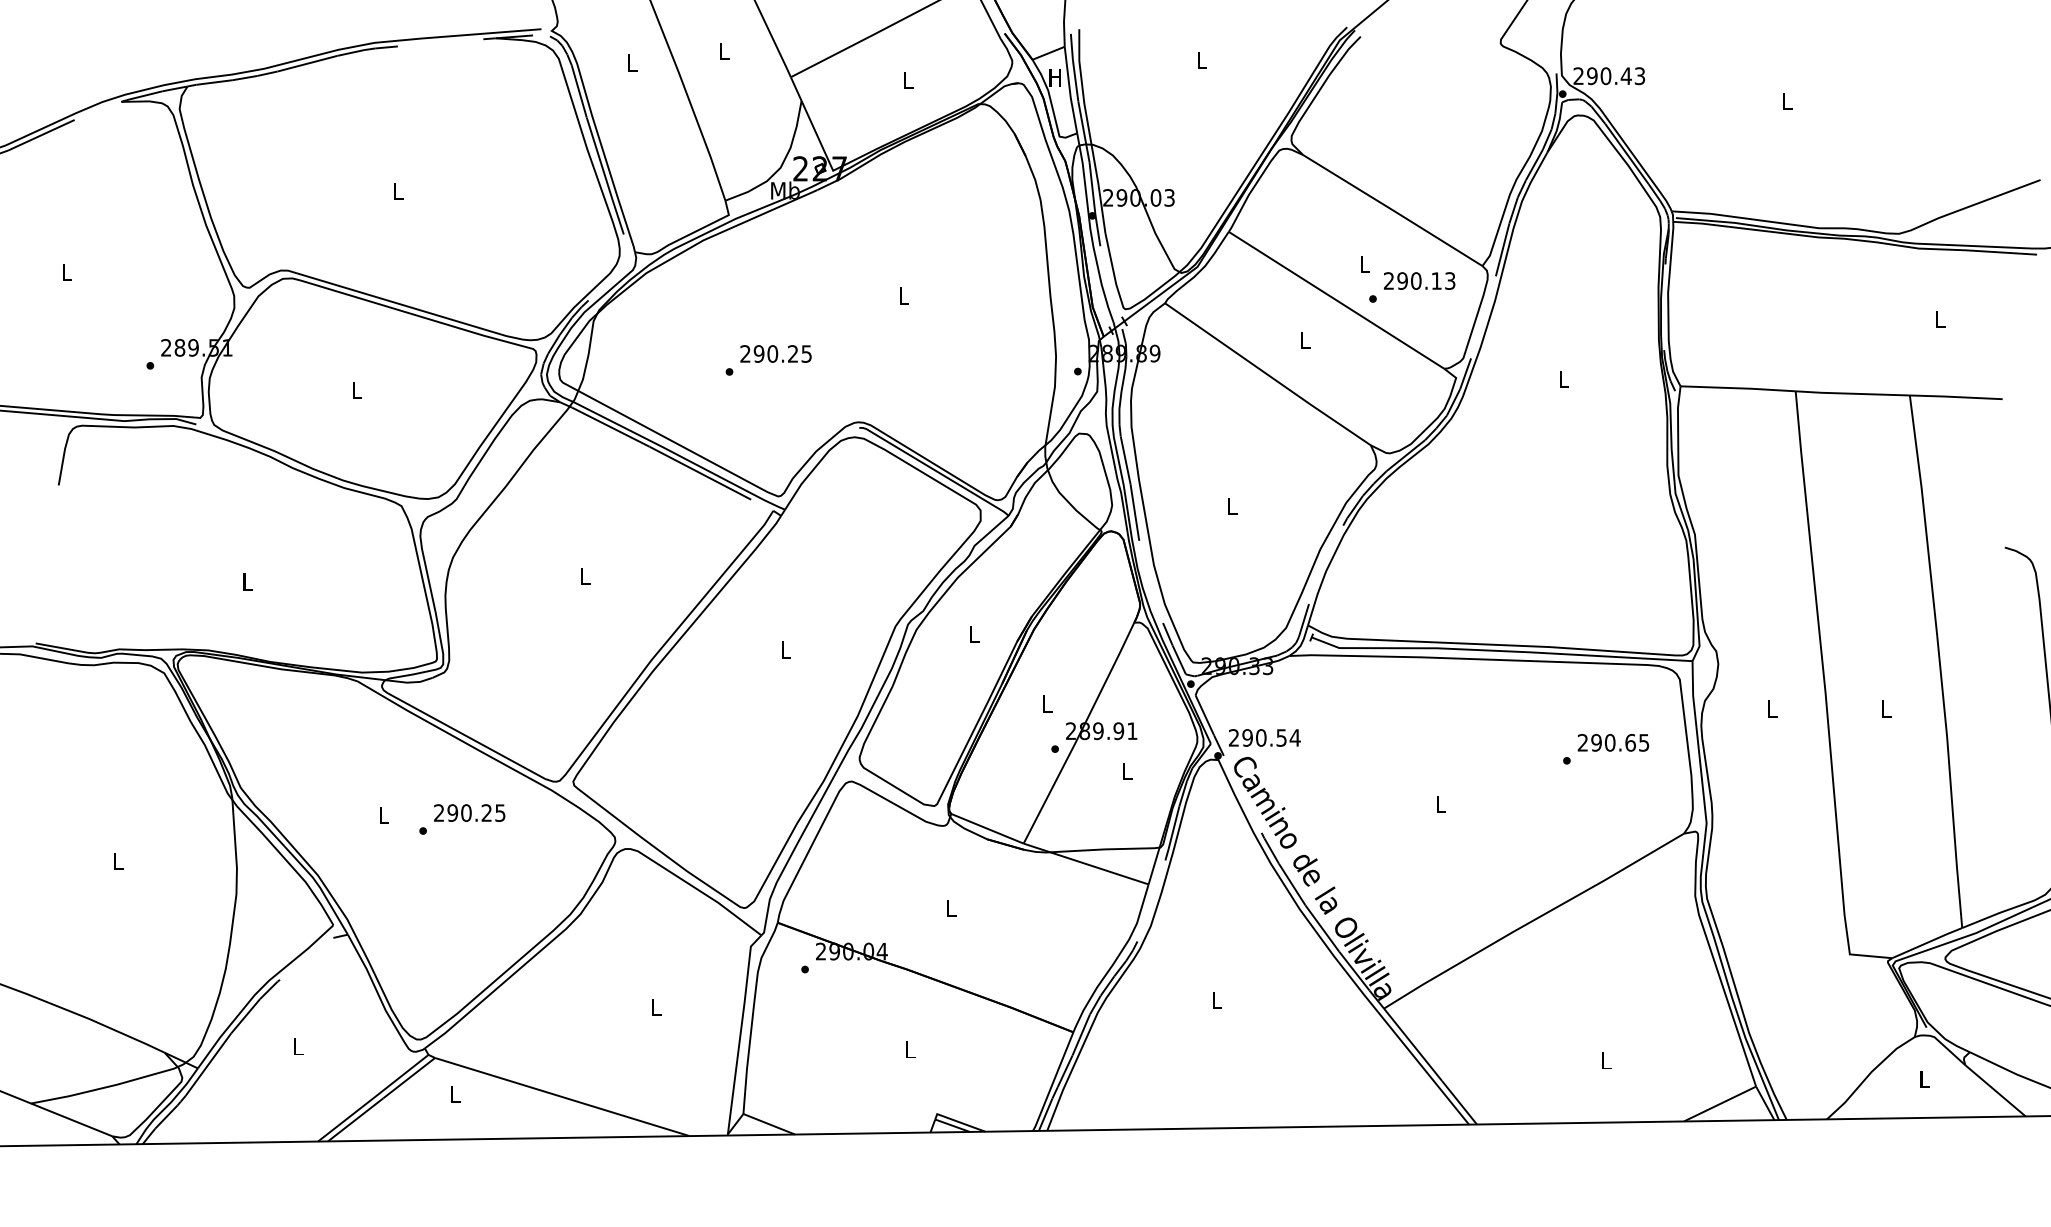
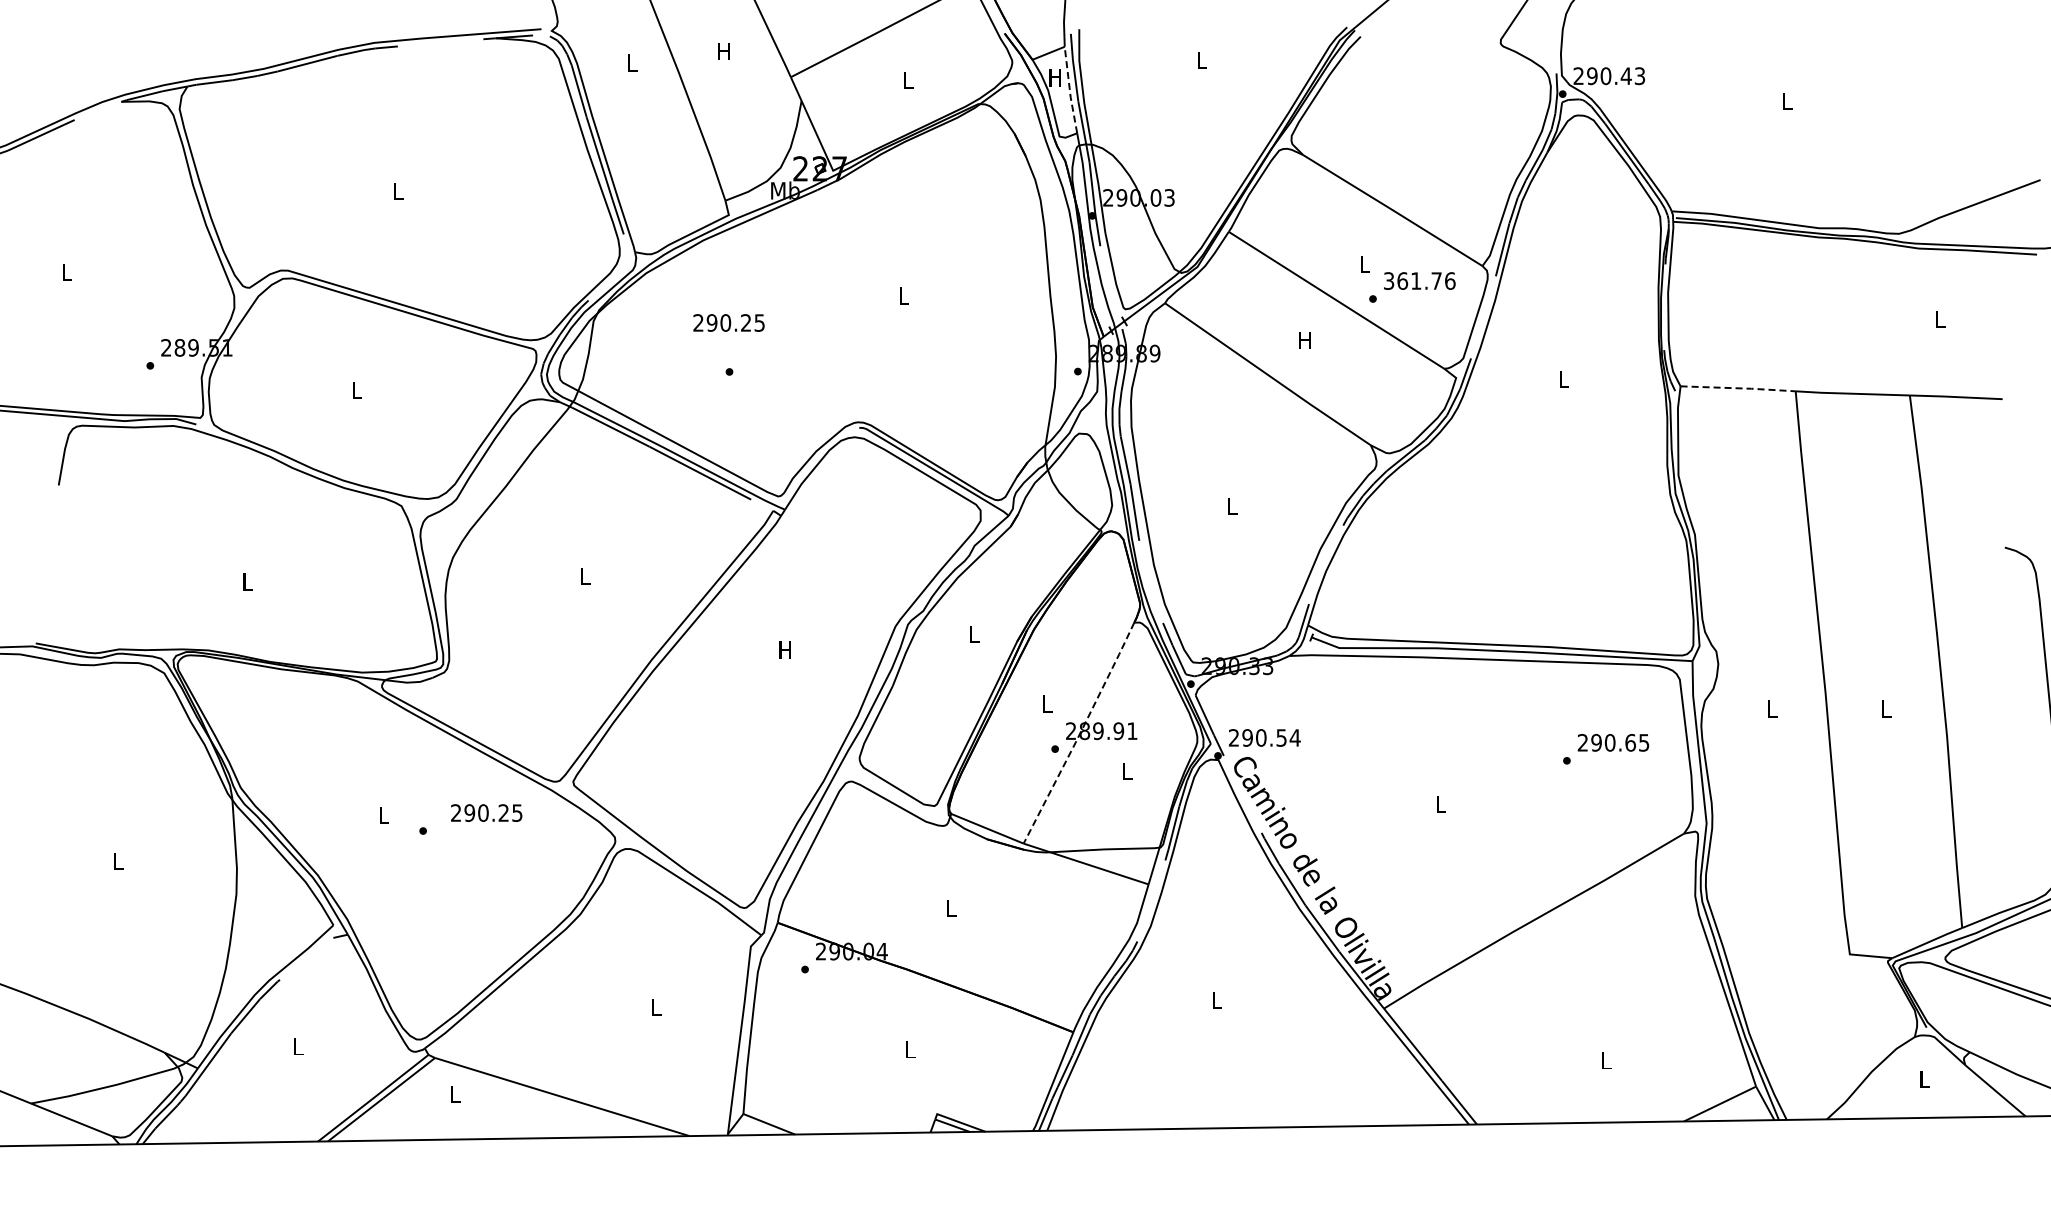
text at (723, 51): L -> H
line at (1069, 90): solid -> dashed
text at (1419, 280): 290.13 -> 361.76
text at (1304, 340): L -> H
text at (775, 353) position: (775, 353) -> (728, 322)
line at (1738, 388): solid -> dashed
text at (784, 649): L -> H
line at (1079, 733): solid -> dashed
text at (469, 812) position: (469, 812) -> (486, 812)
